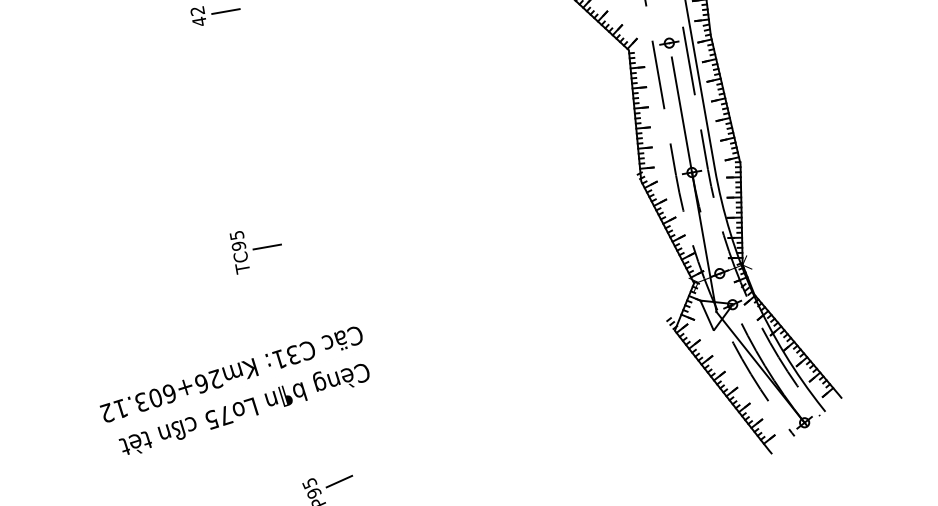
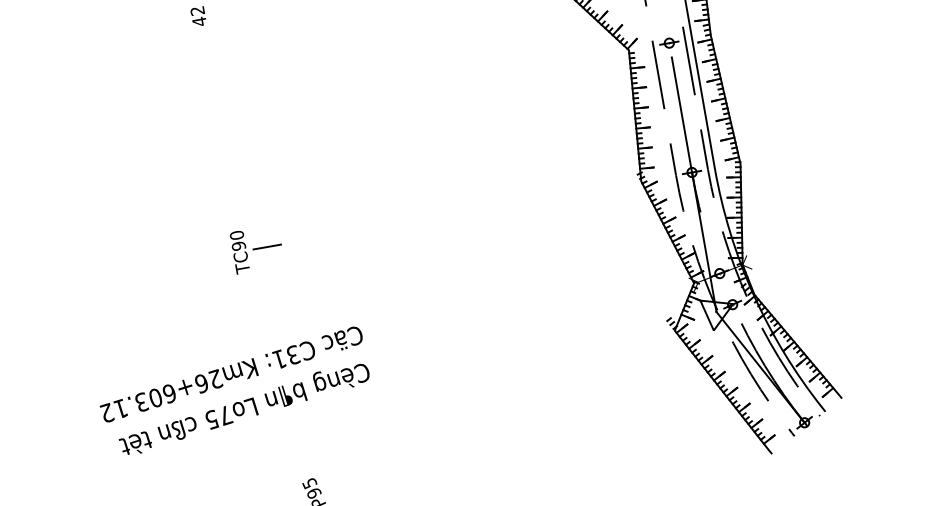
line at (225, 11): present -> none
text at (236, 235): TC95 -> TC90
line at (339, 481): present -> none
